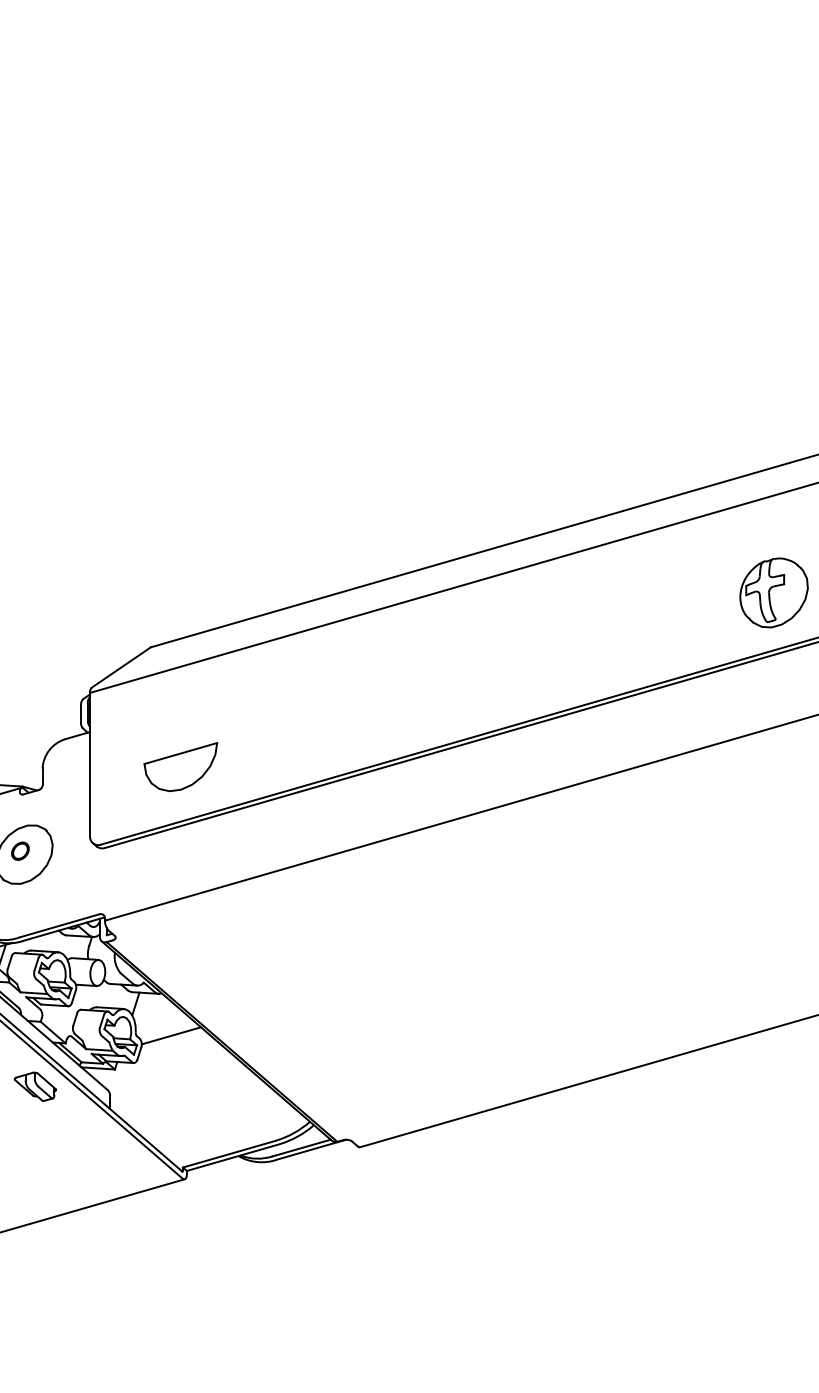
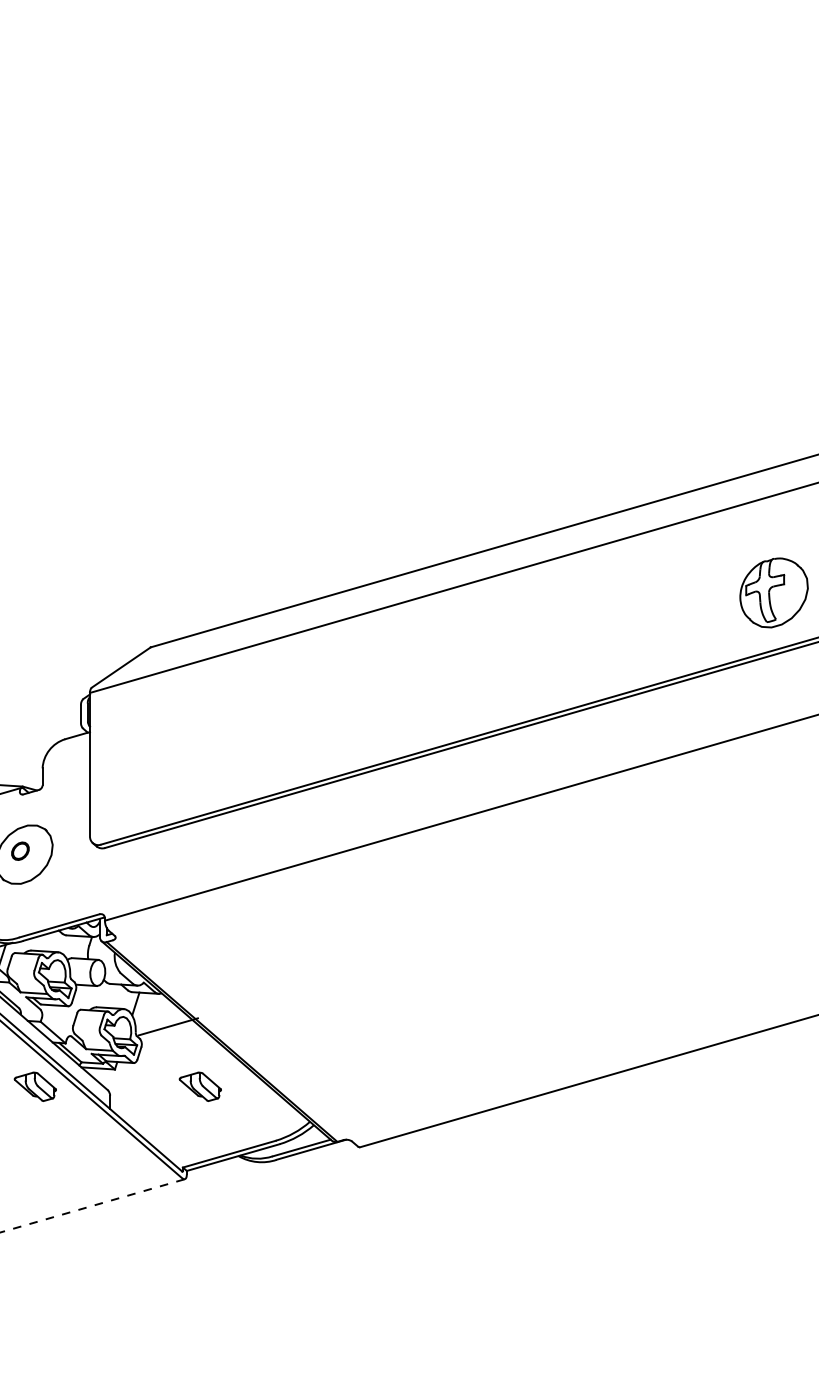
part at (180, 767): present -> none
line at (170, 1035) position: (170, 1035) -> (167, 1026)
part at (199, 1086): none -> present
line at (92, 1205): solid -> dashed
